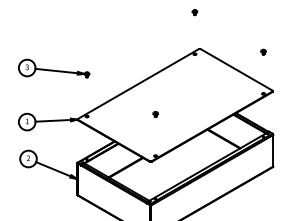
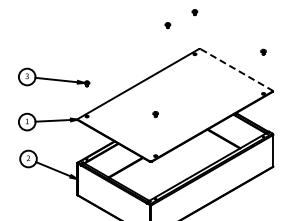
part at (167, 25): none -> present
part at (54, 68) position: (54, 68) -> (54, 77)
line at (237, 70): solid -> dashed
